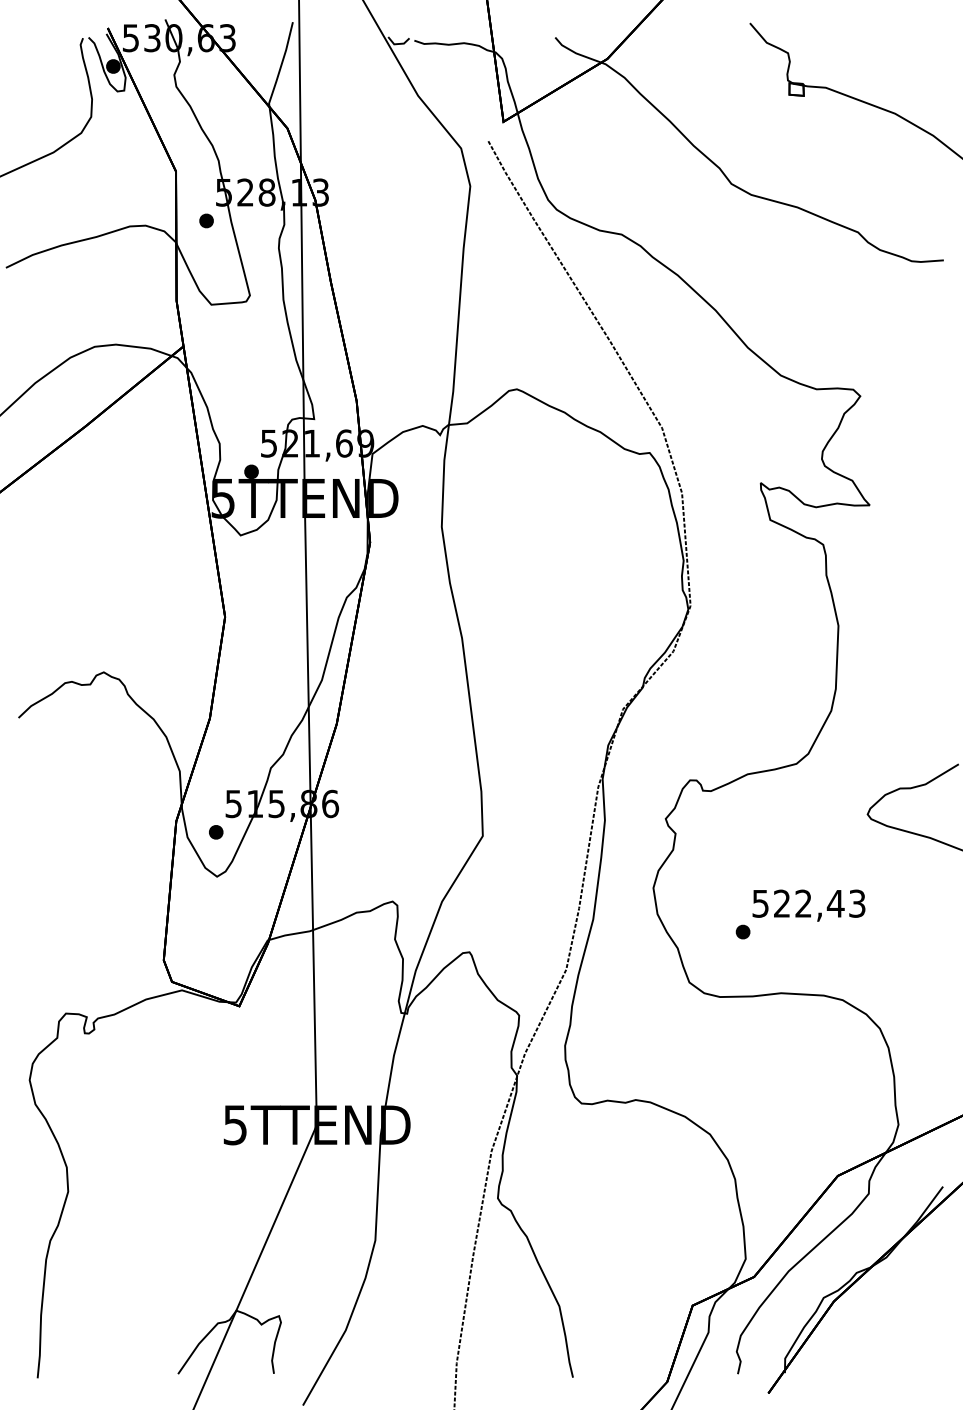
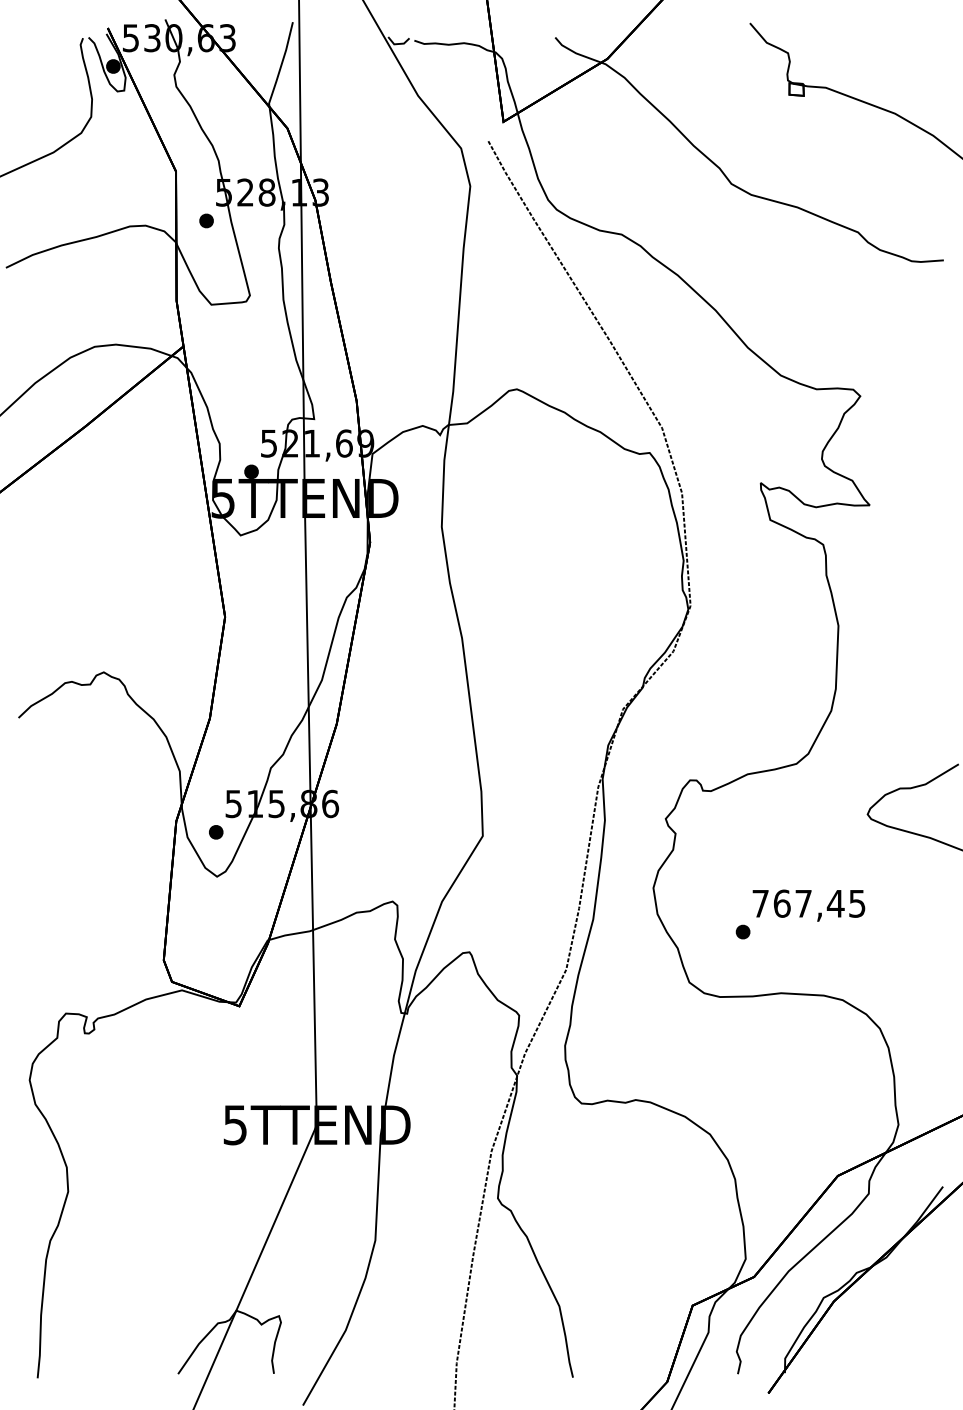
text at (808, 903): 522,43 -> 767,45
